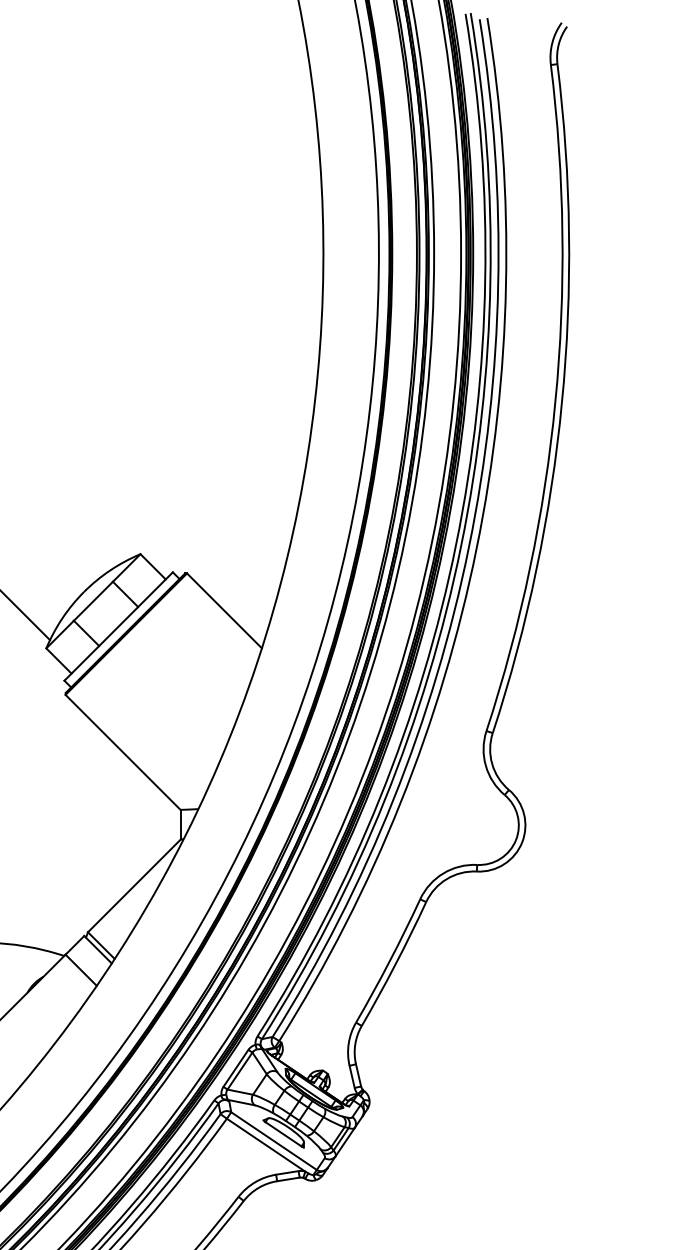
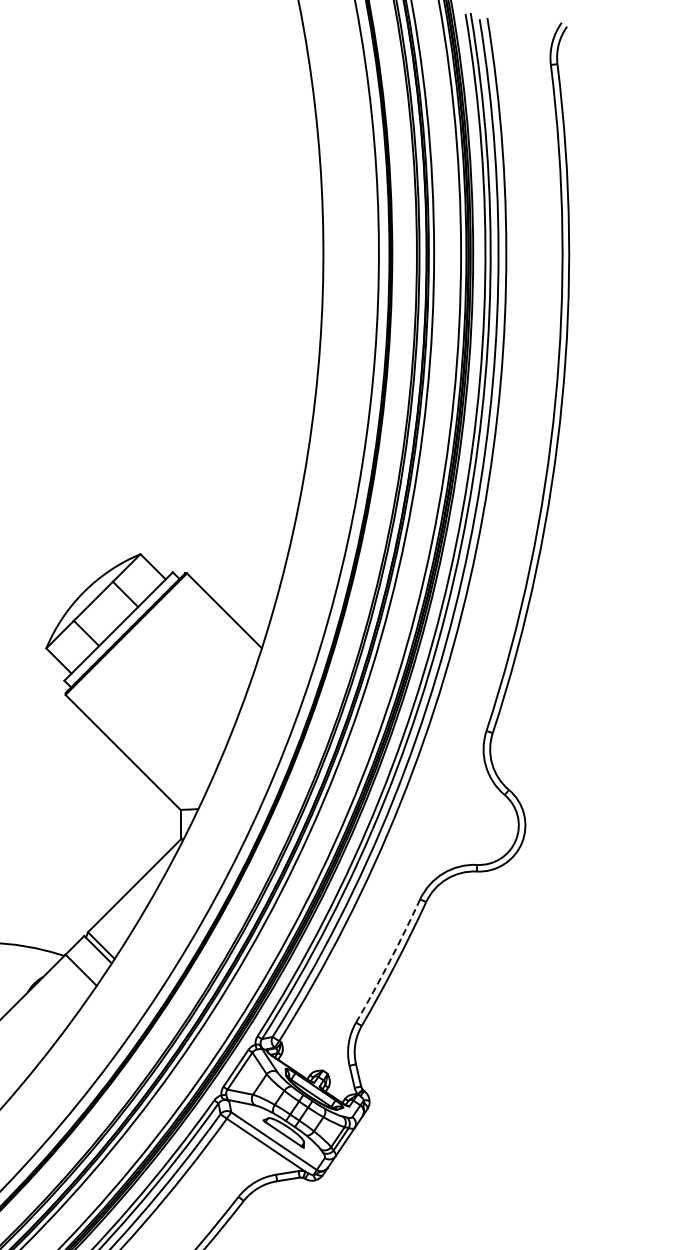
line at (26, 616): present -> none
arc at (389, 961): solid -> dashed
